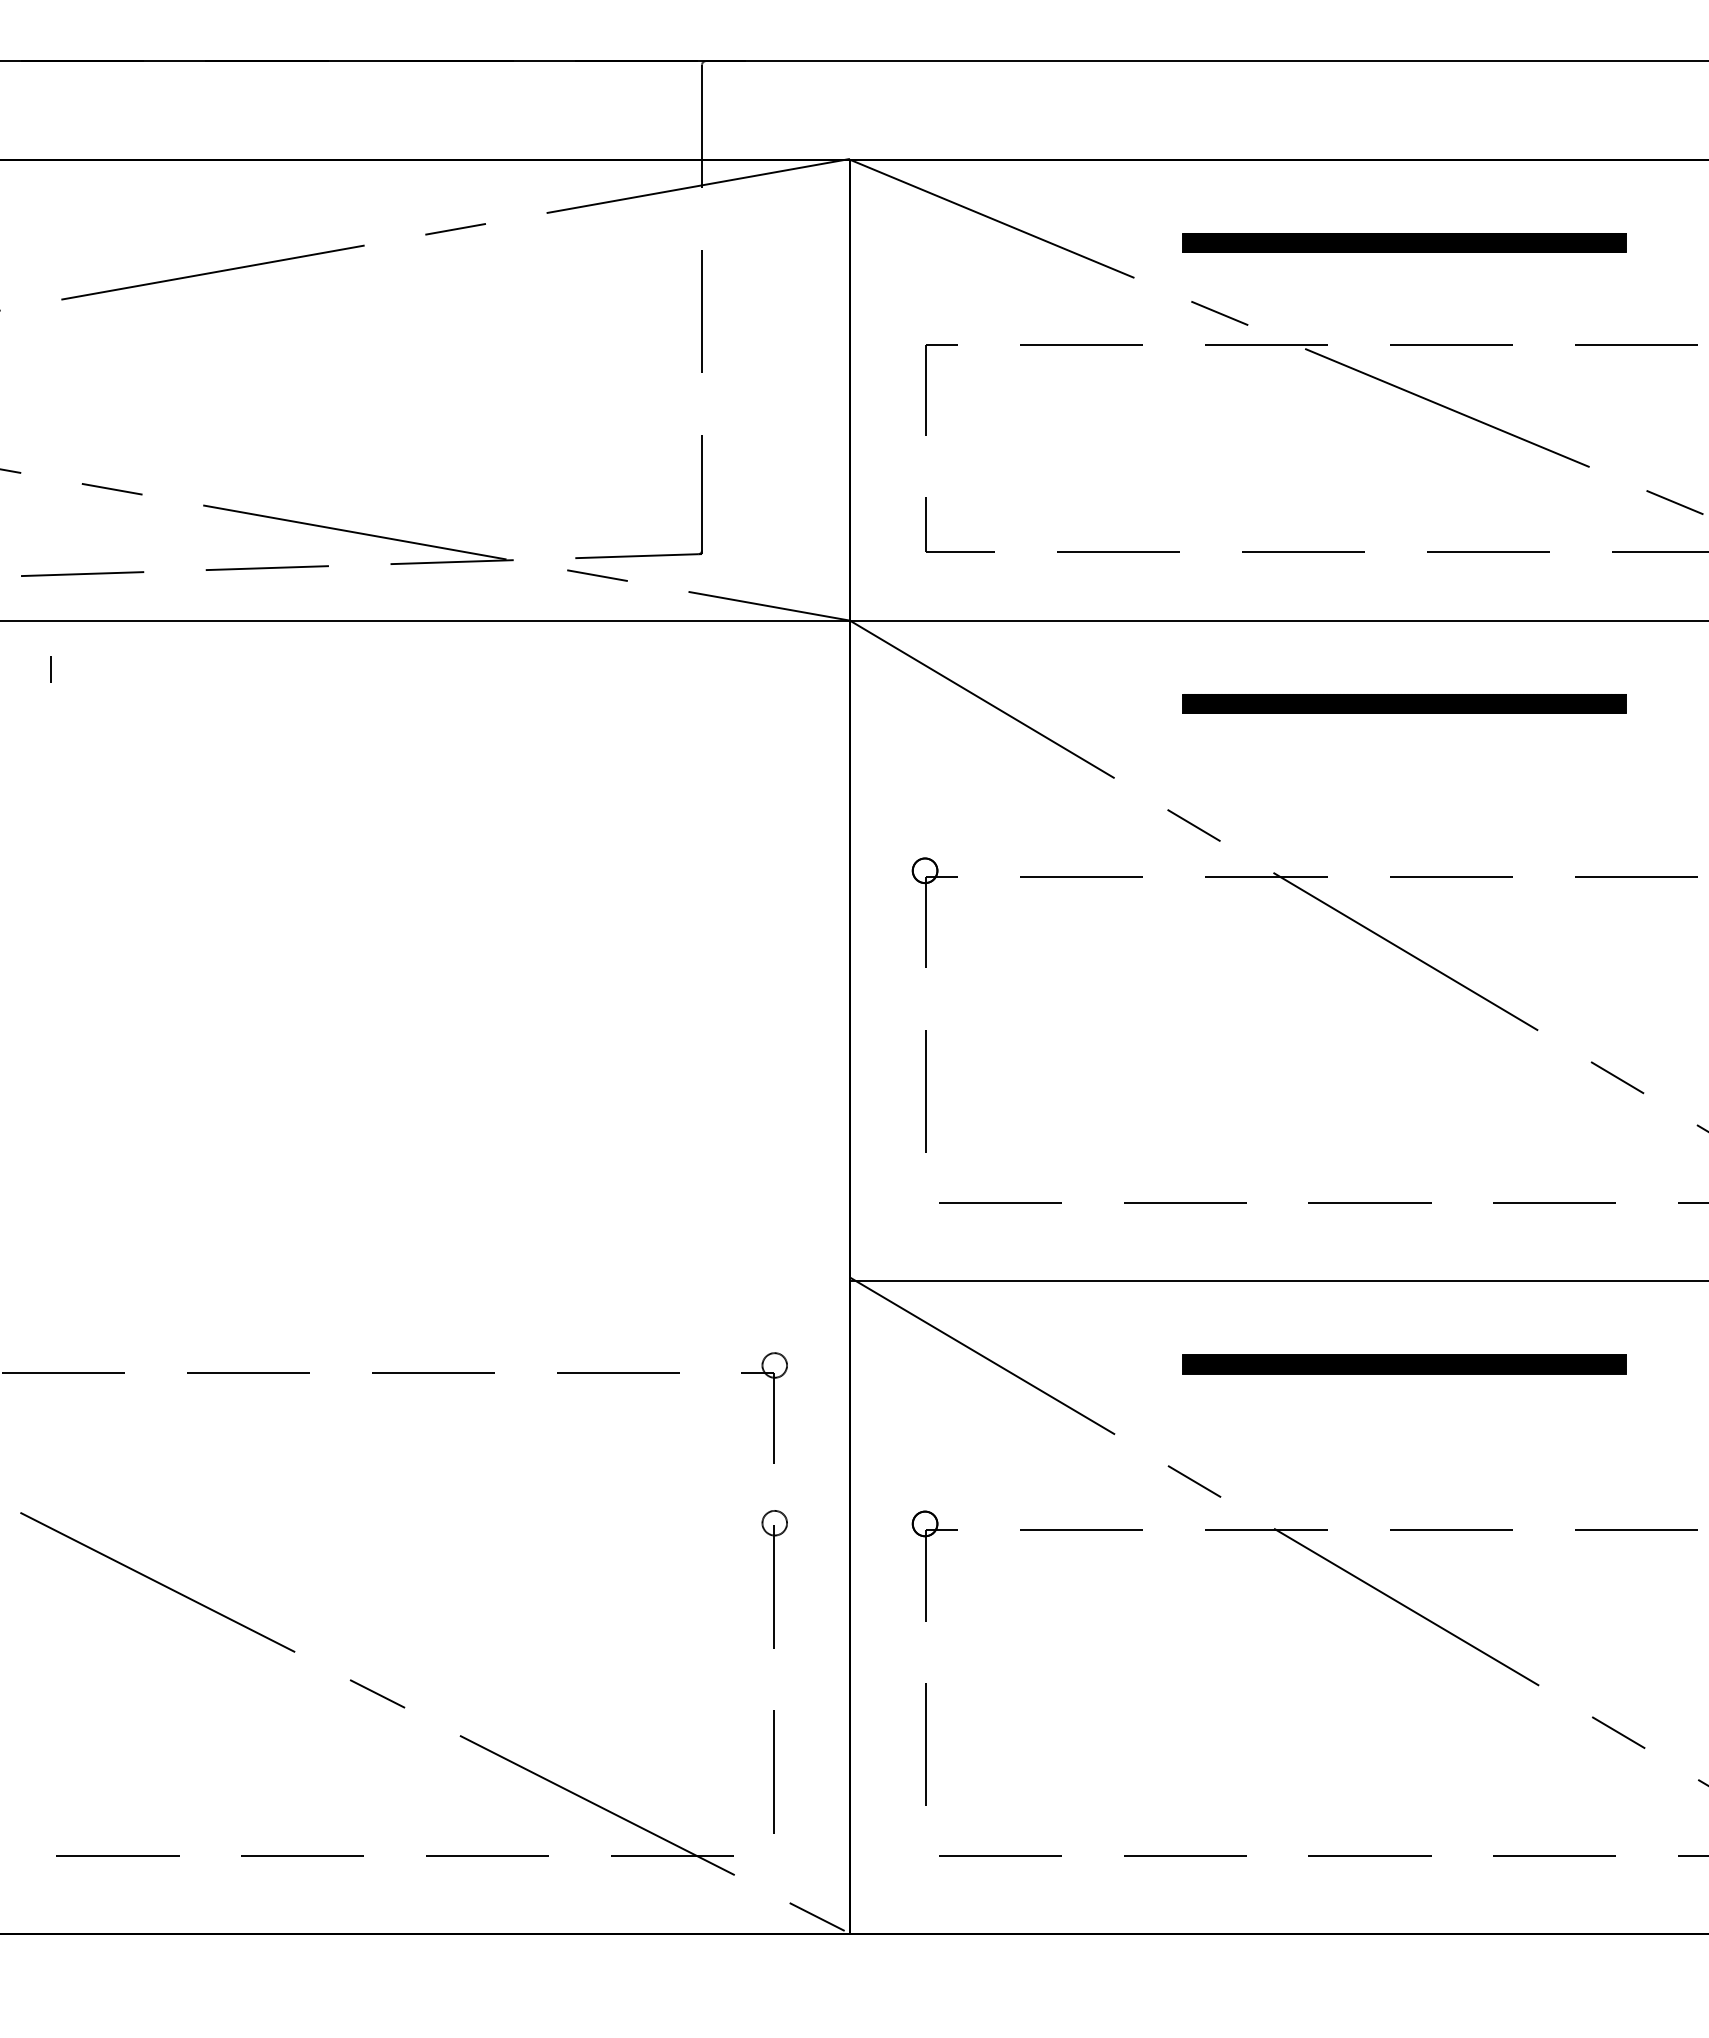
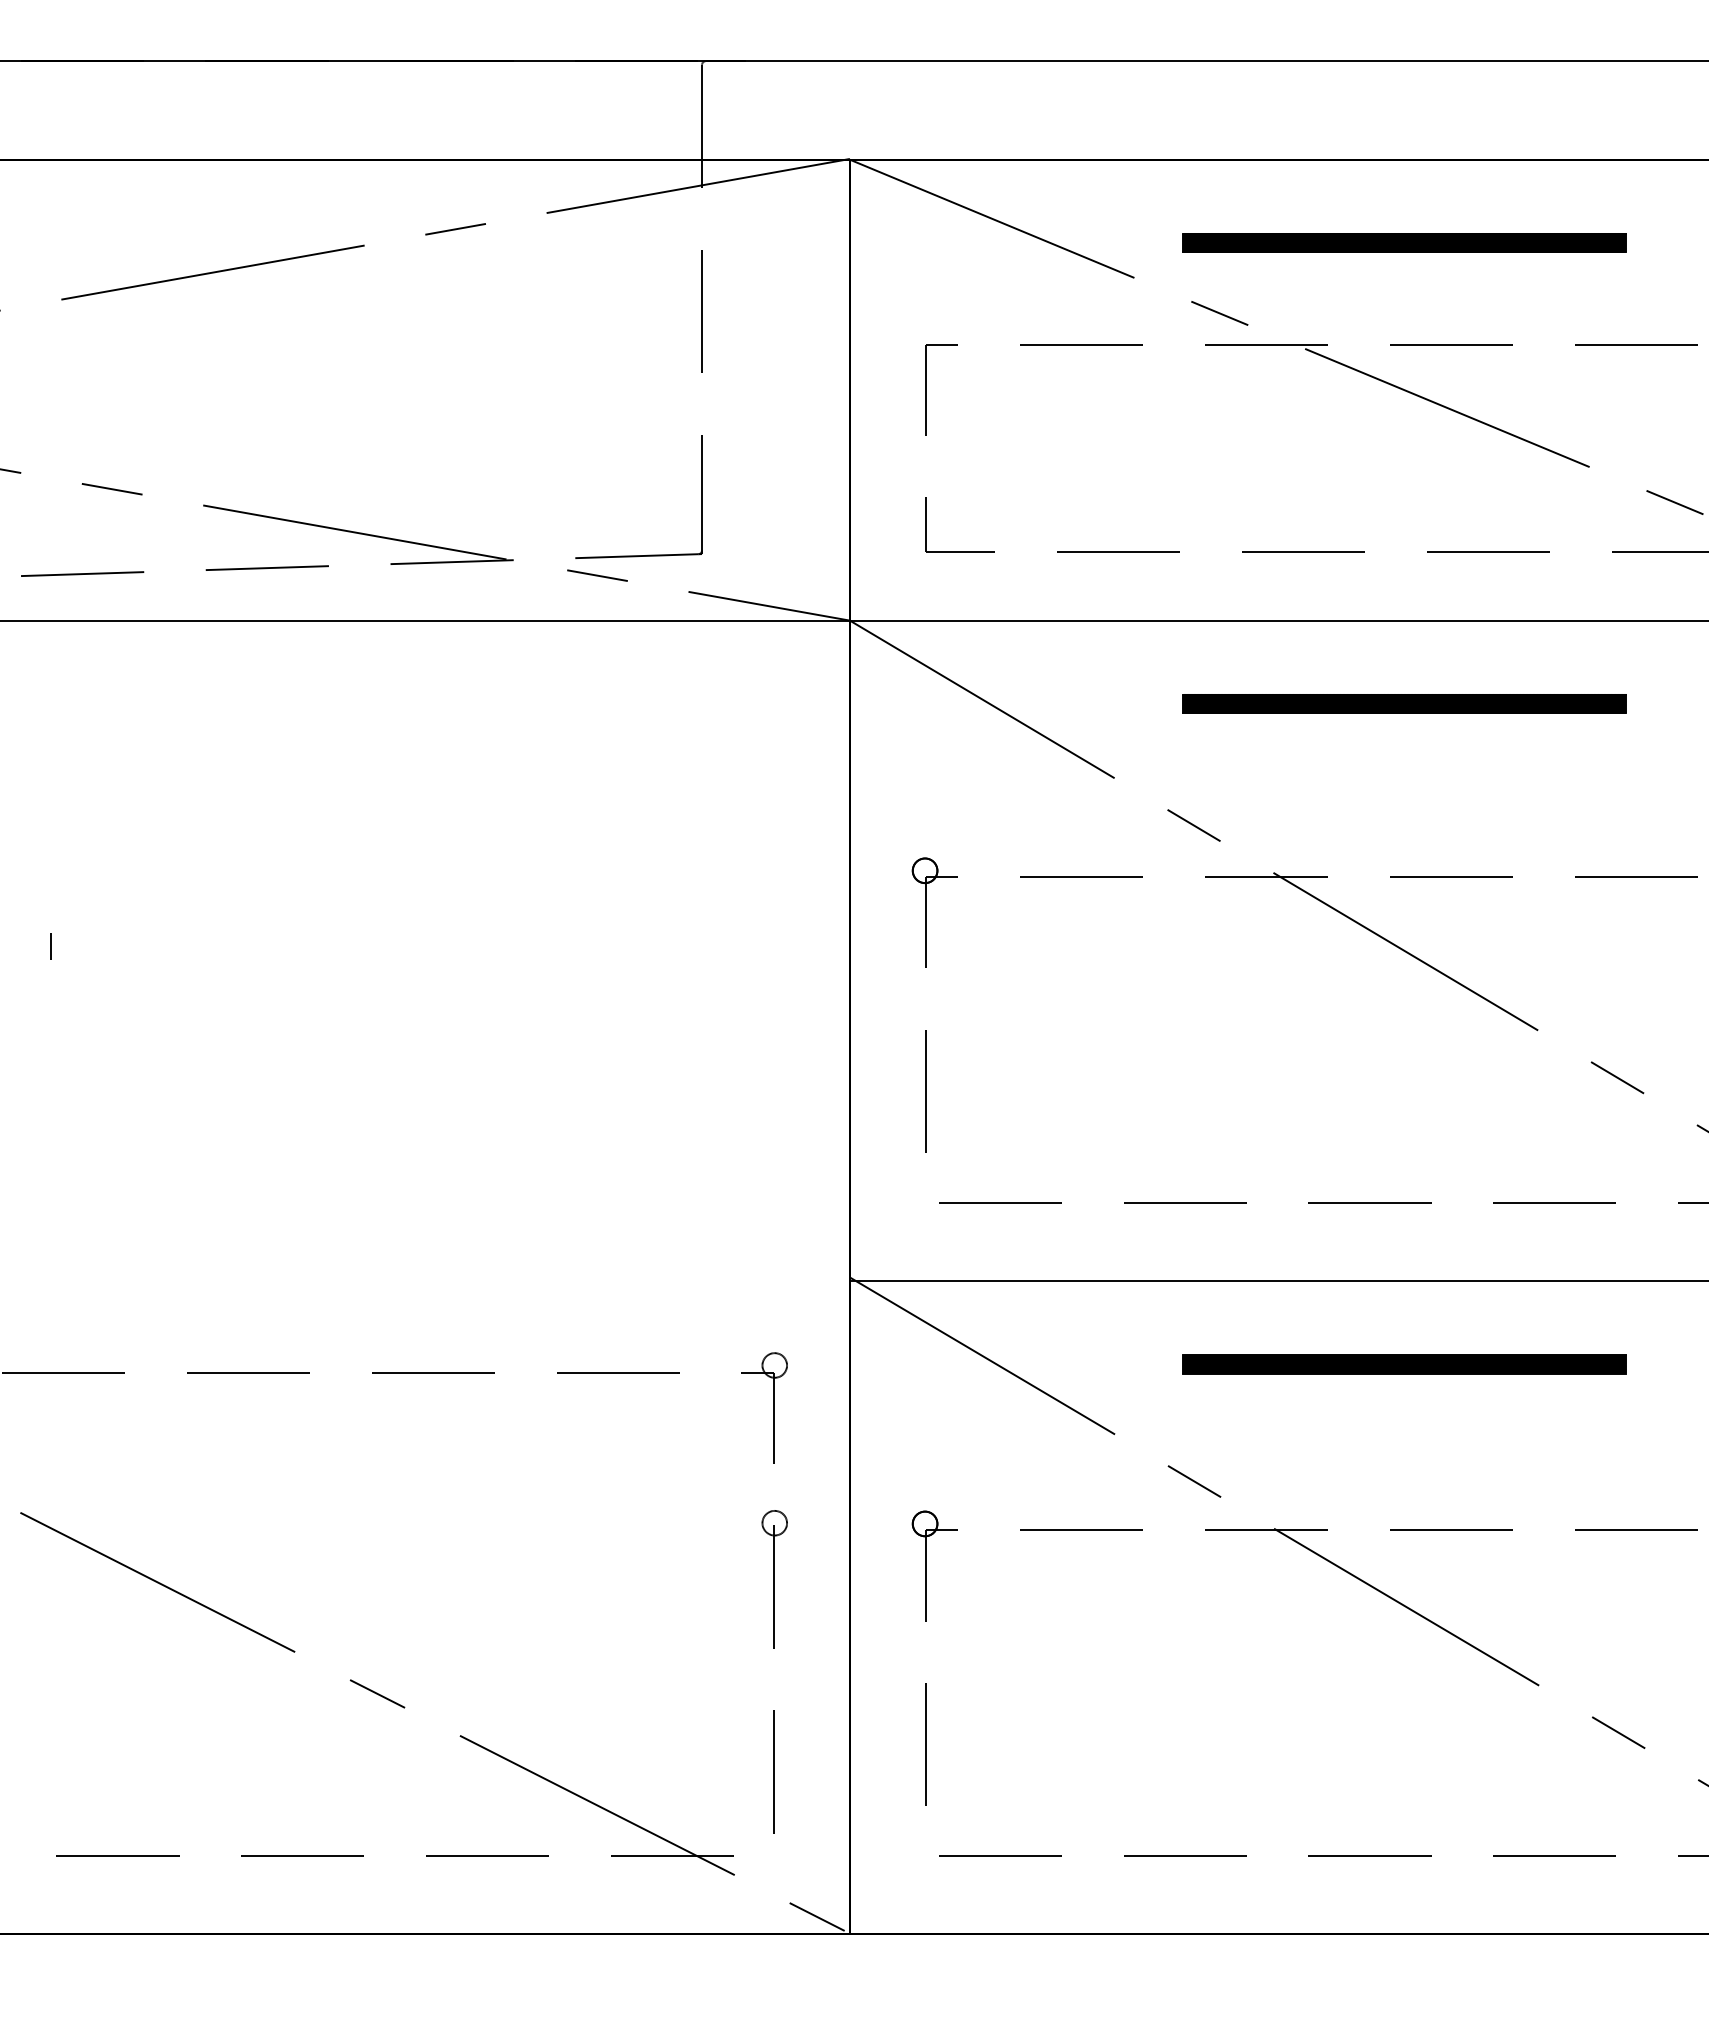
line at (50, 669) position: (50, 669) -> (50, 946)
